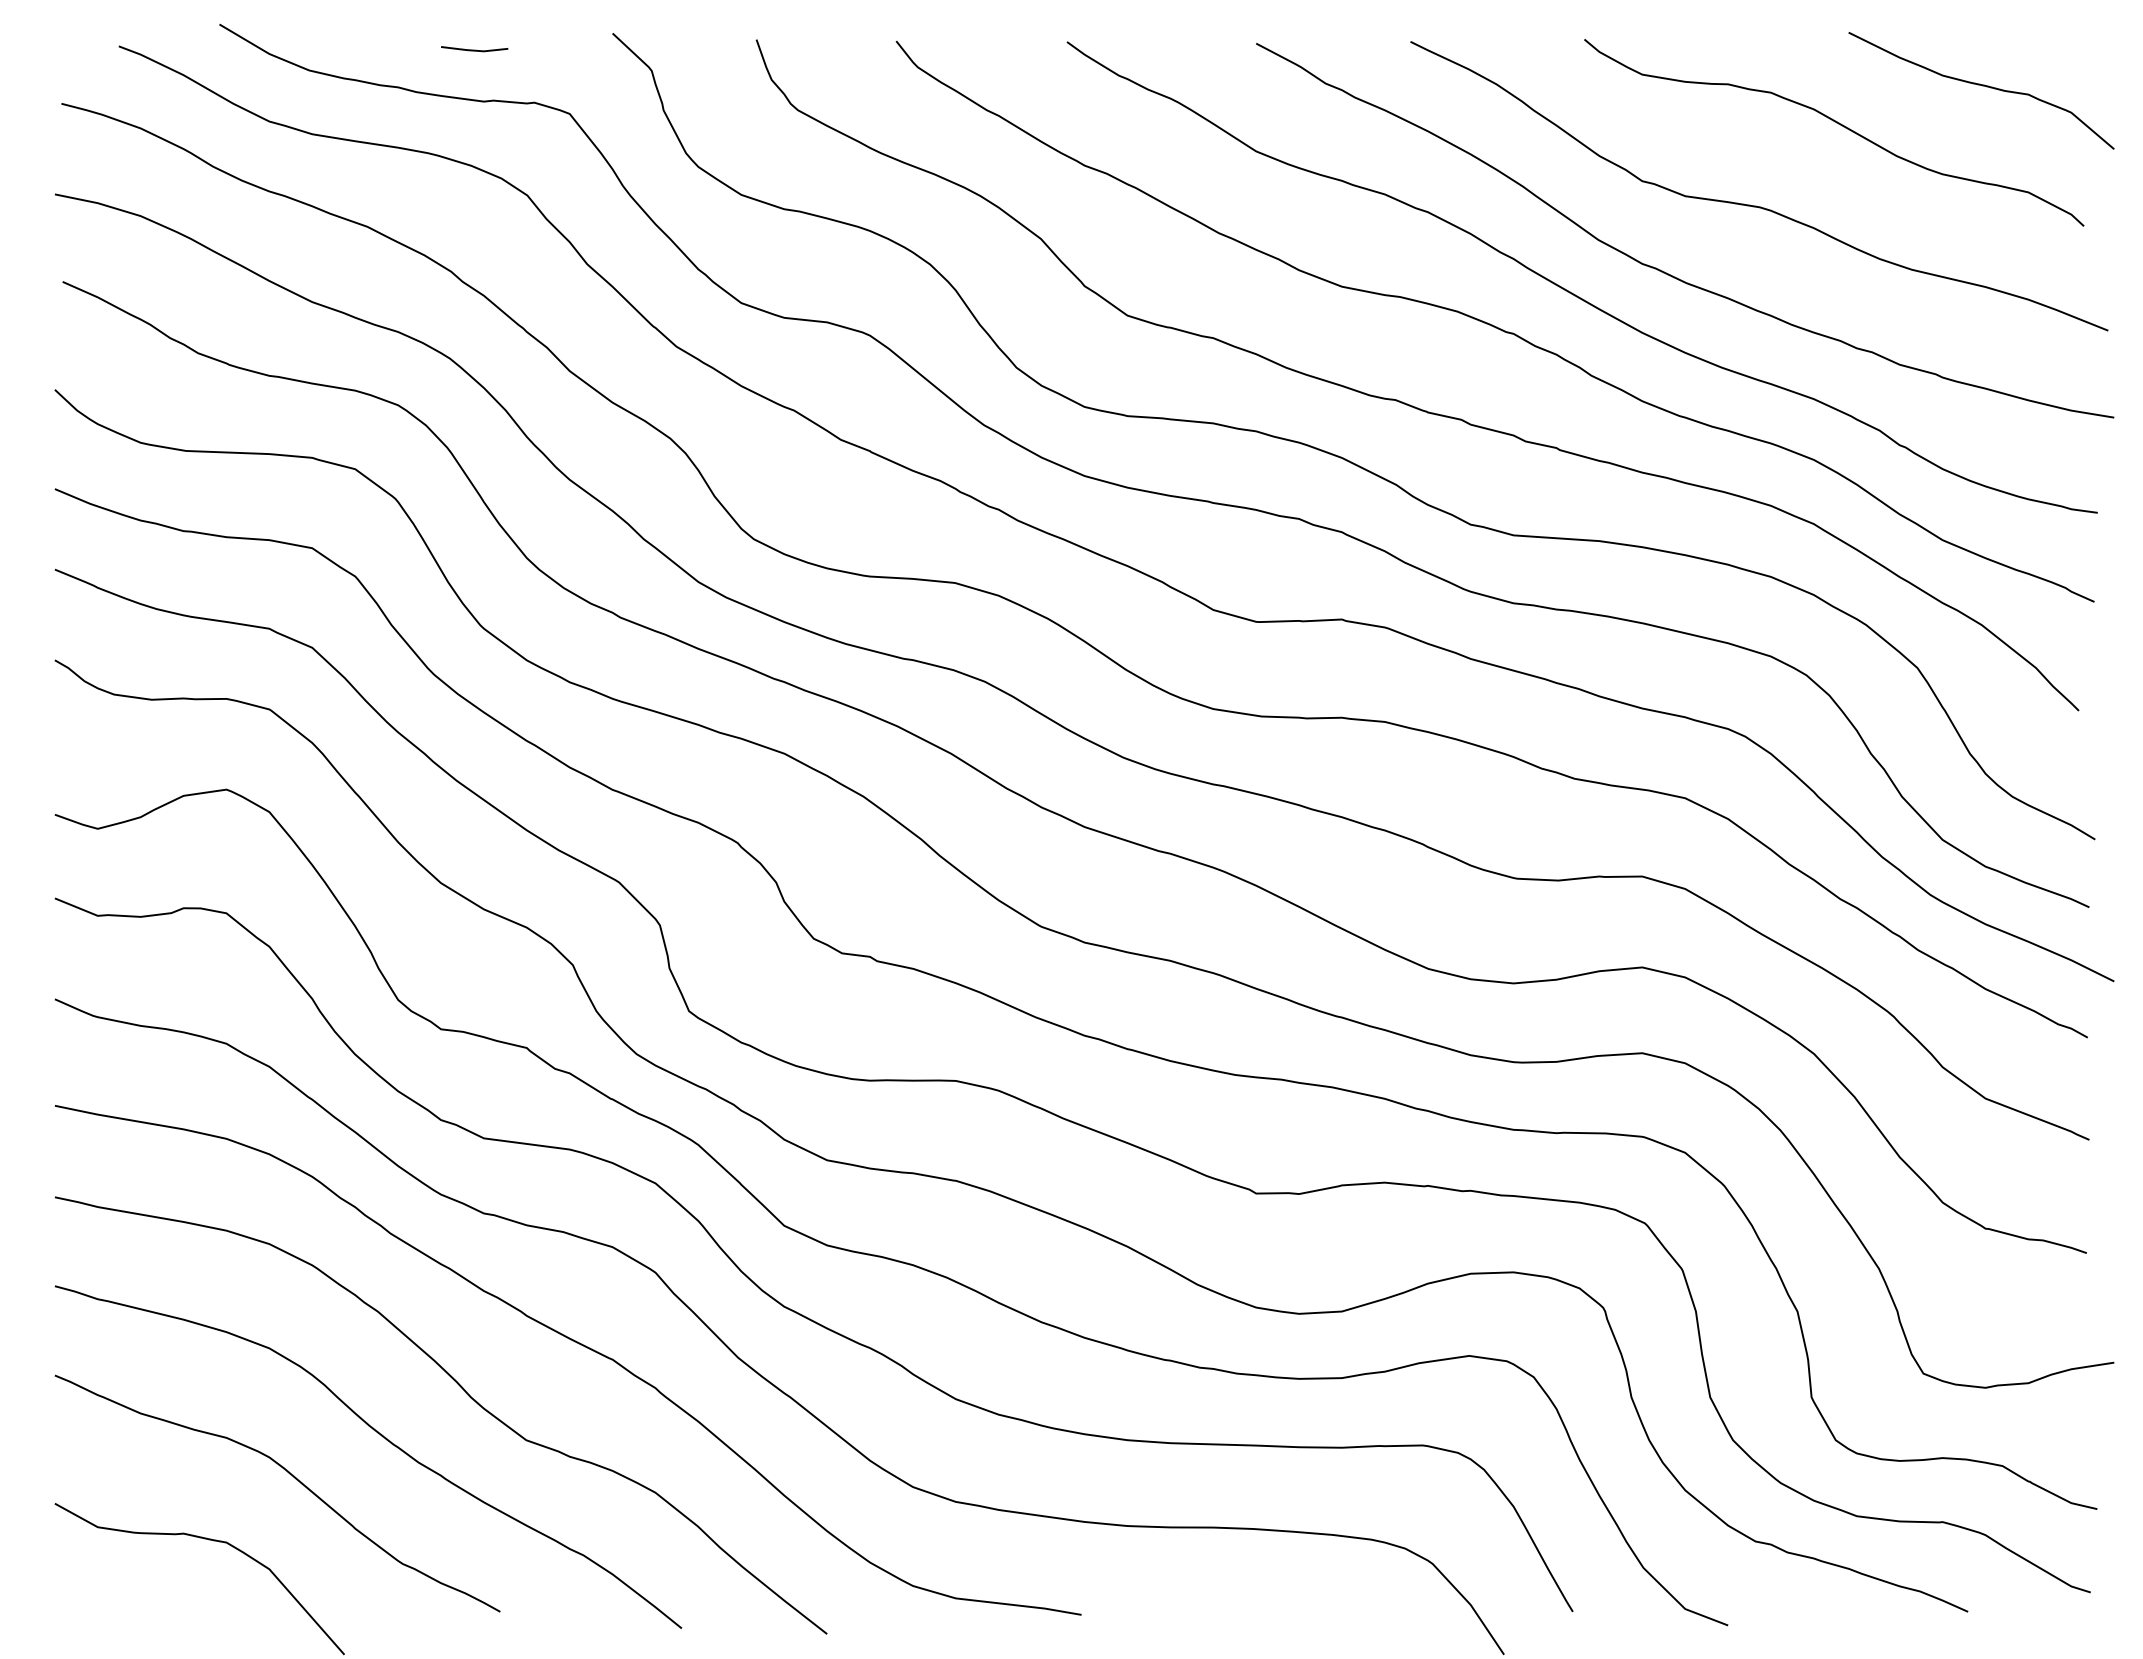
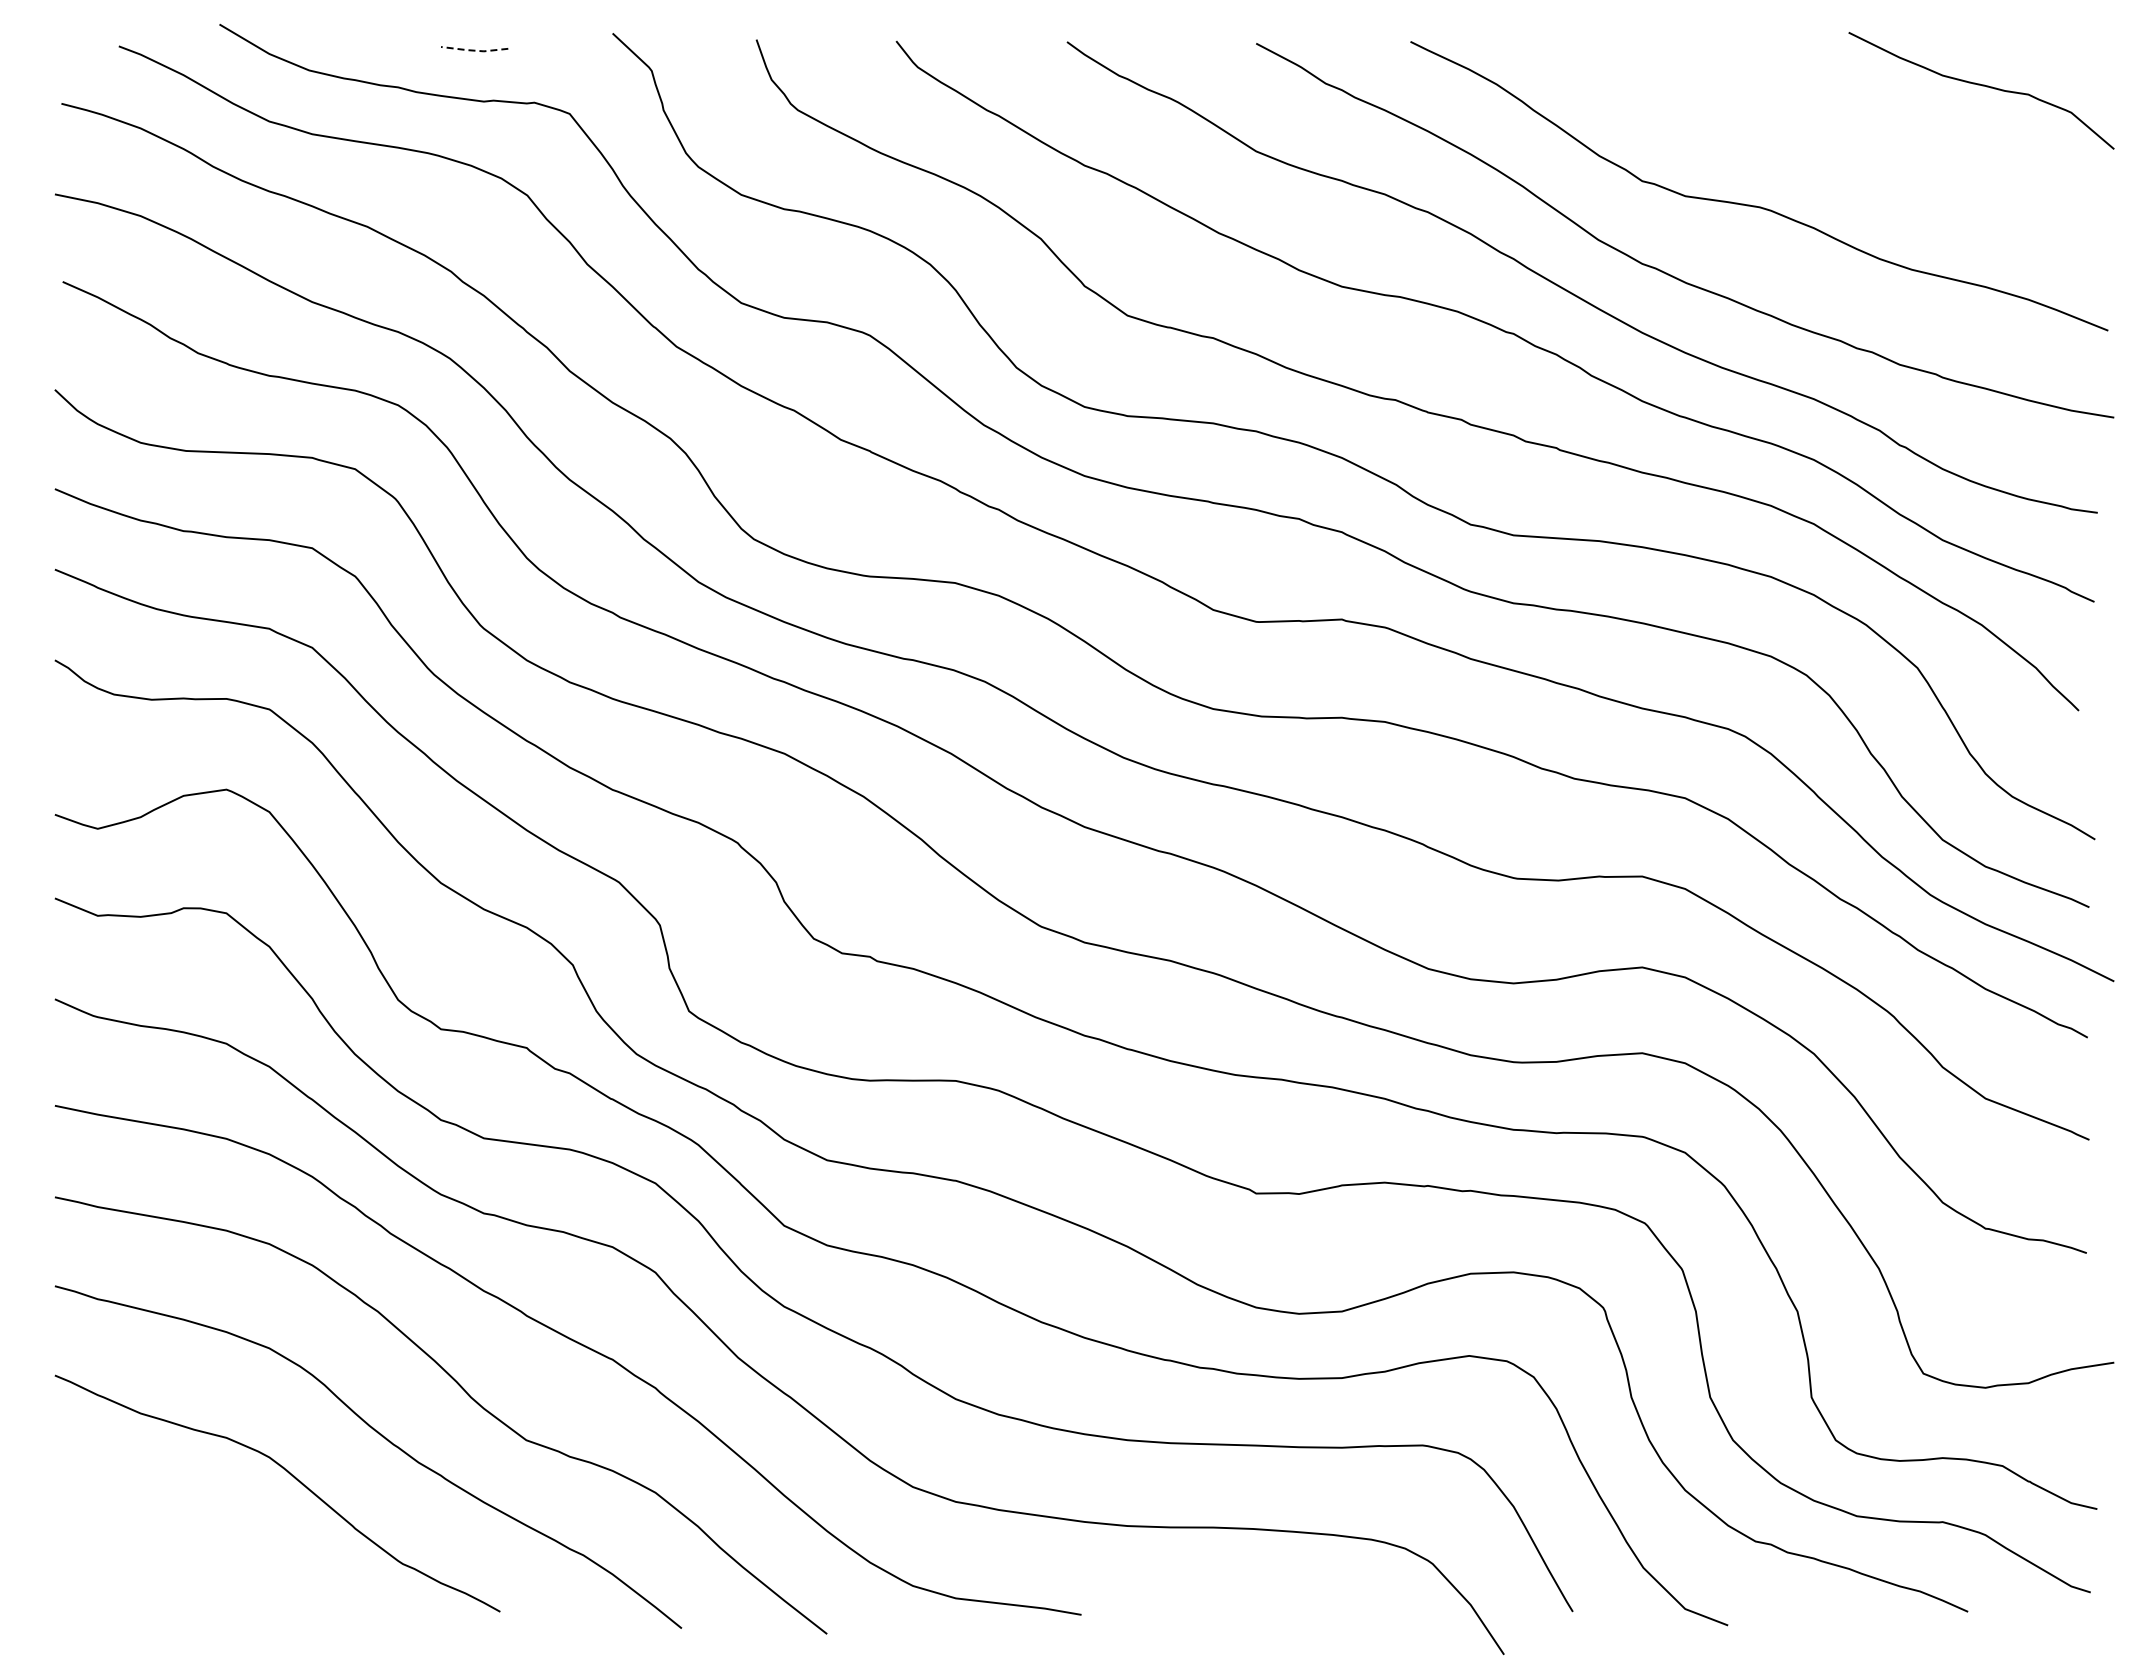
line at (474, 50): solid -> dashed
curve at (1838, 124): present -> none
curve at (209, 1540): present -> none
